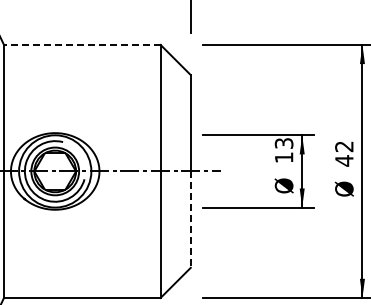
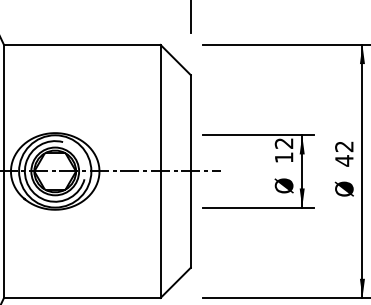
line at (81, 44): dashed -> solid
text at (284, 143): 13 -> 12
line at (190, 220): dashed -> solid
